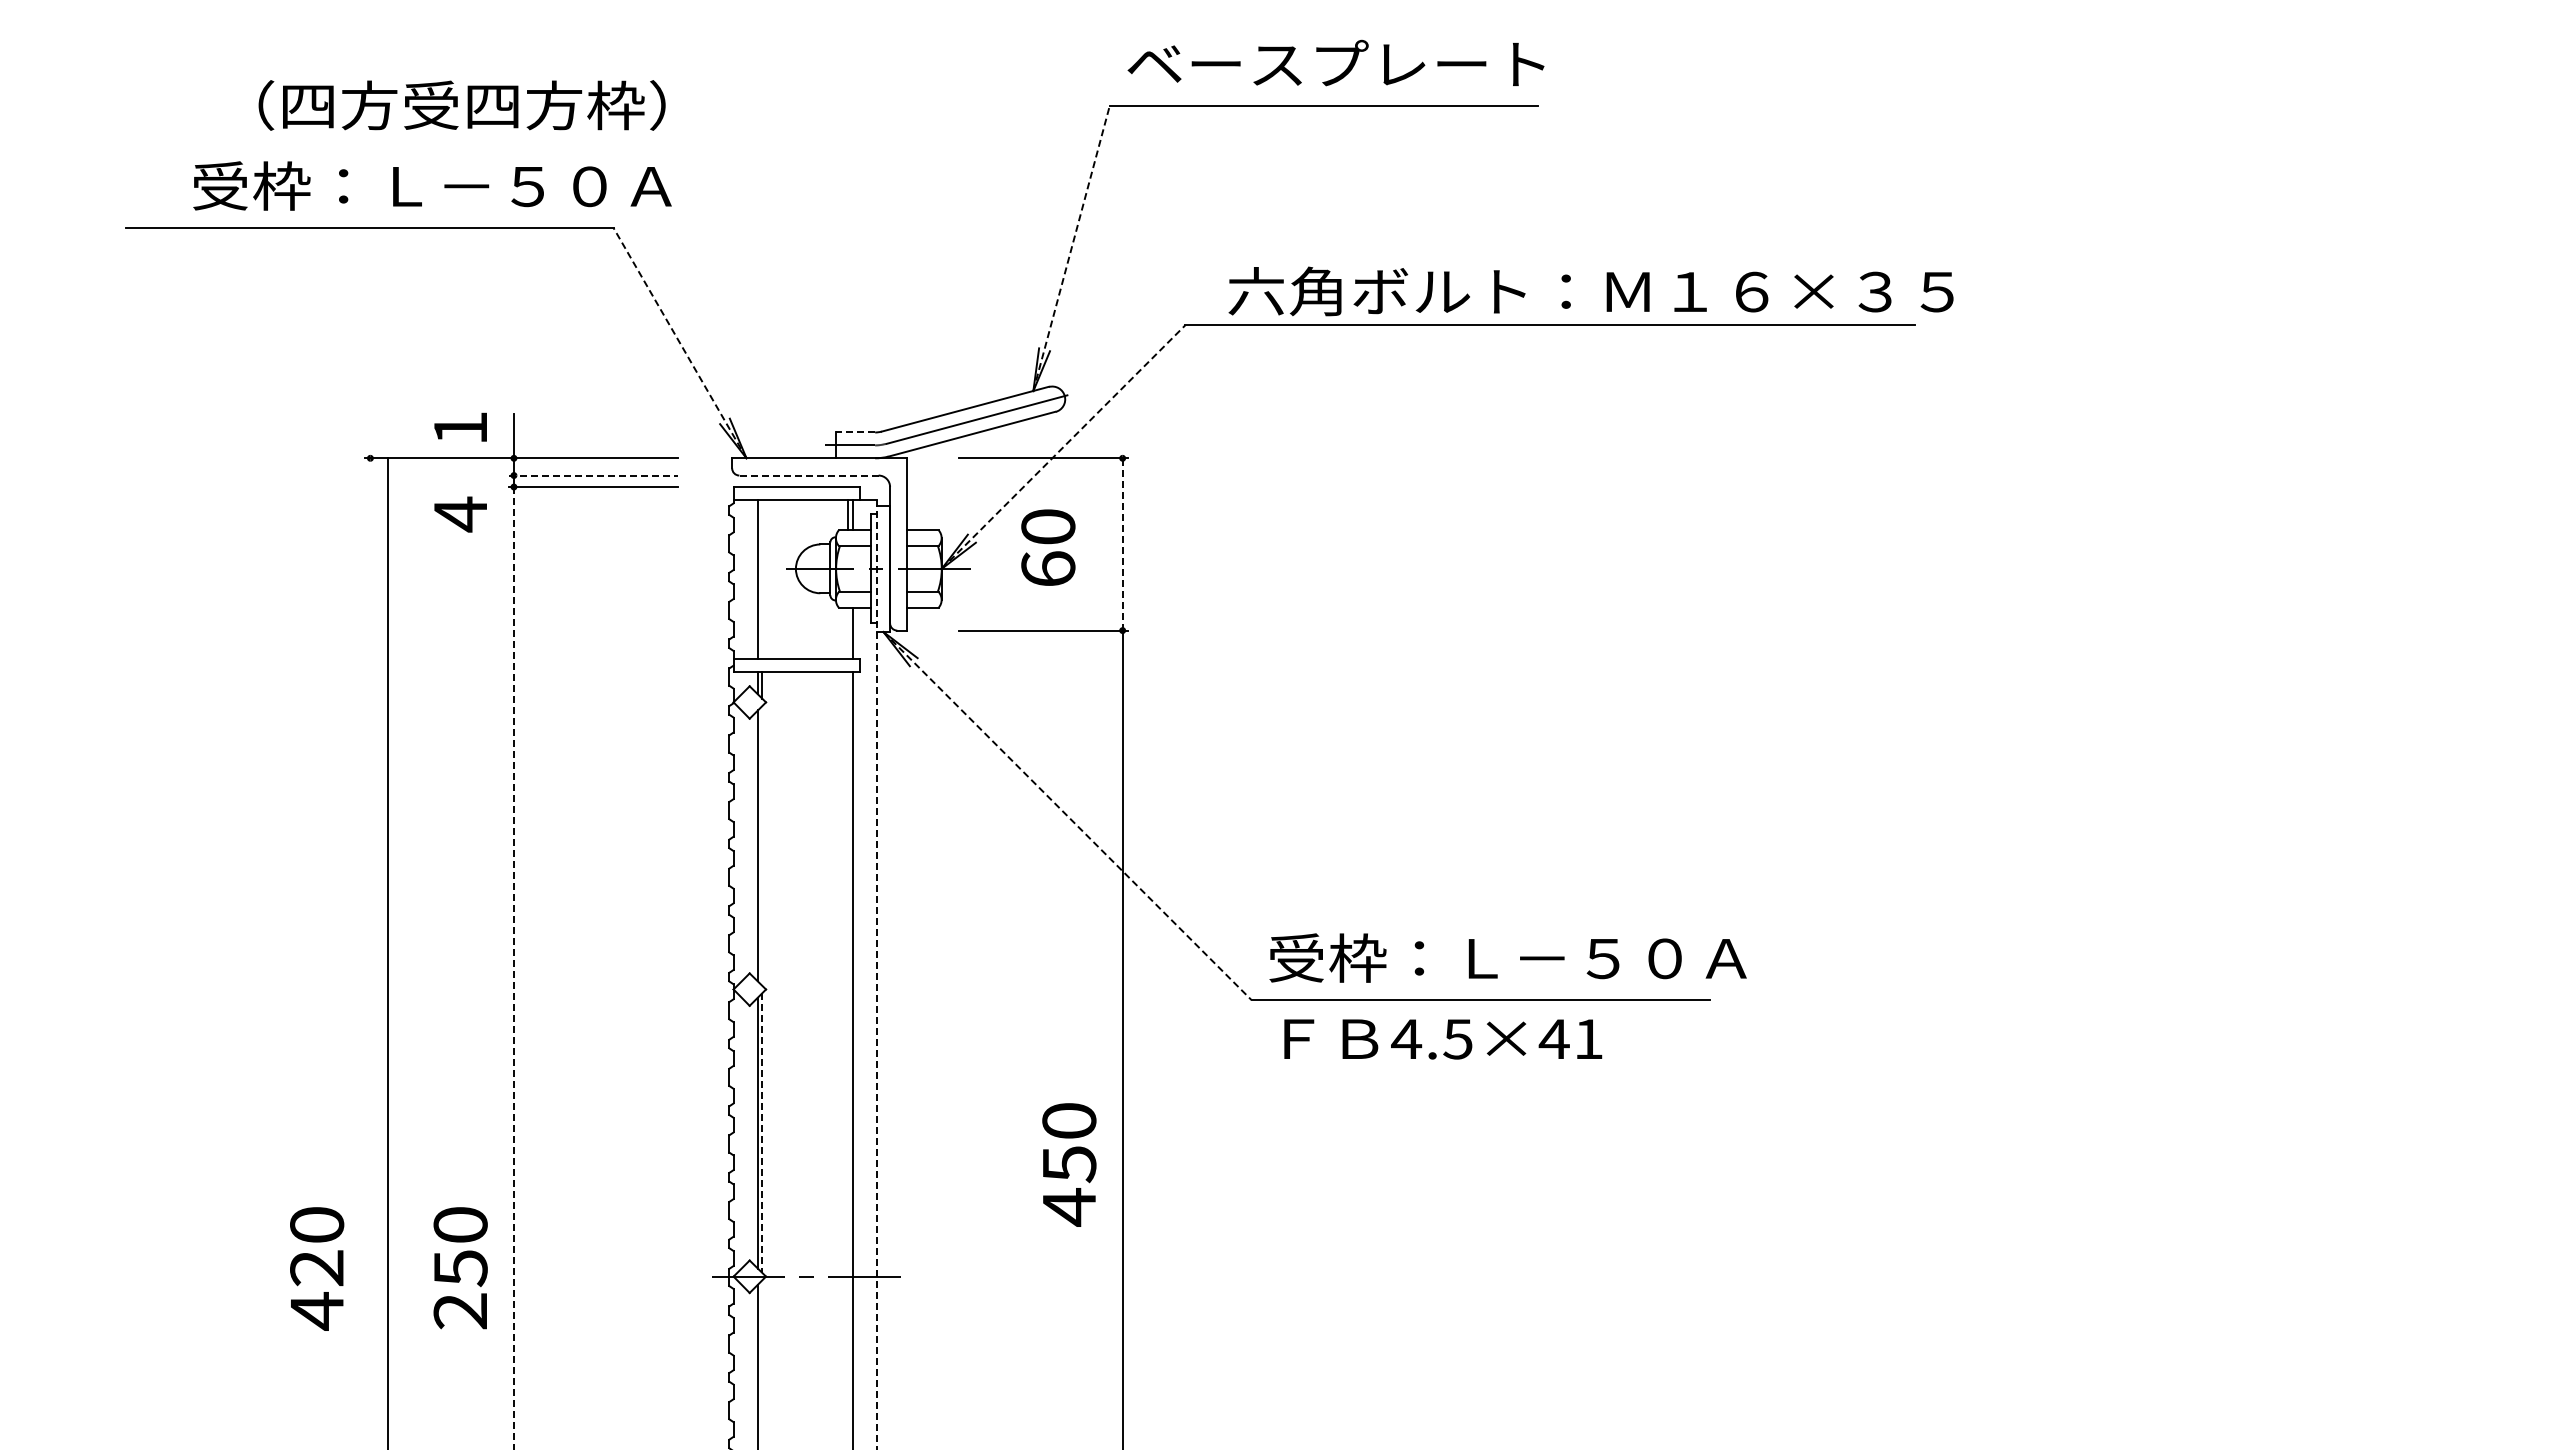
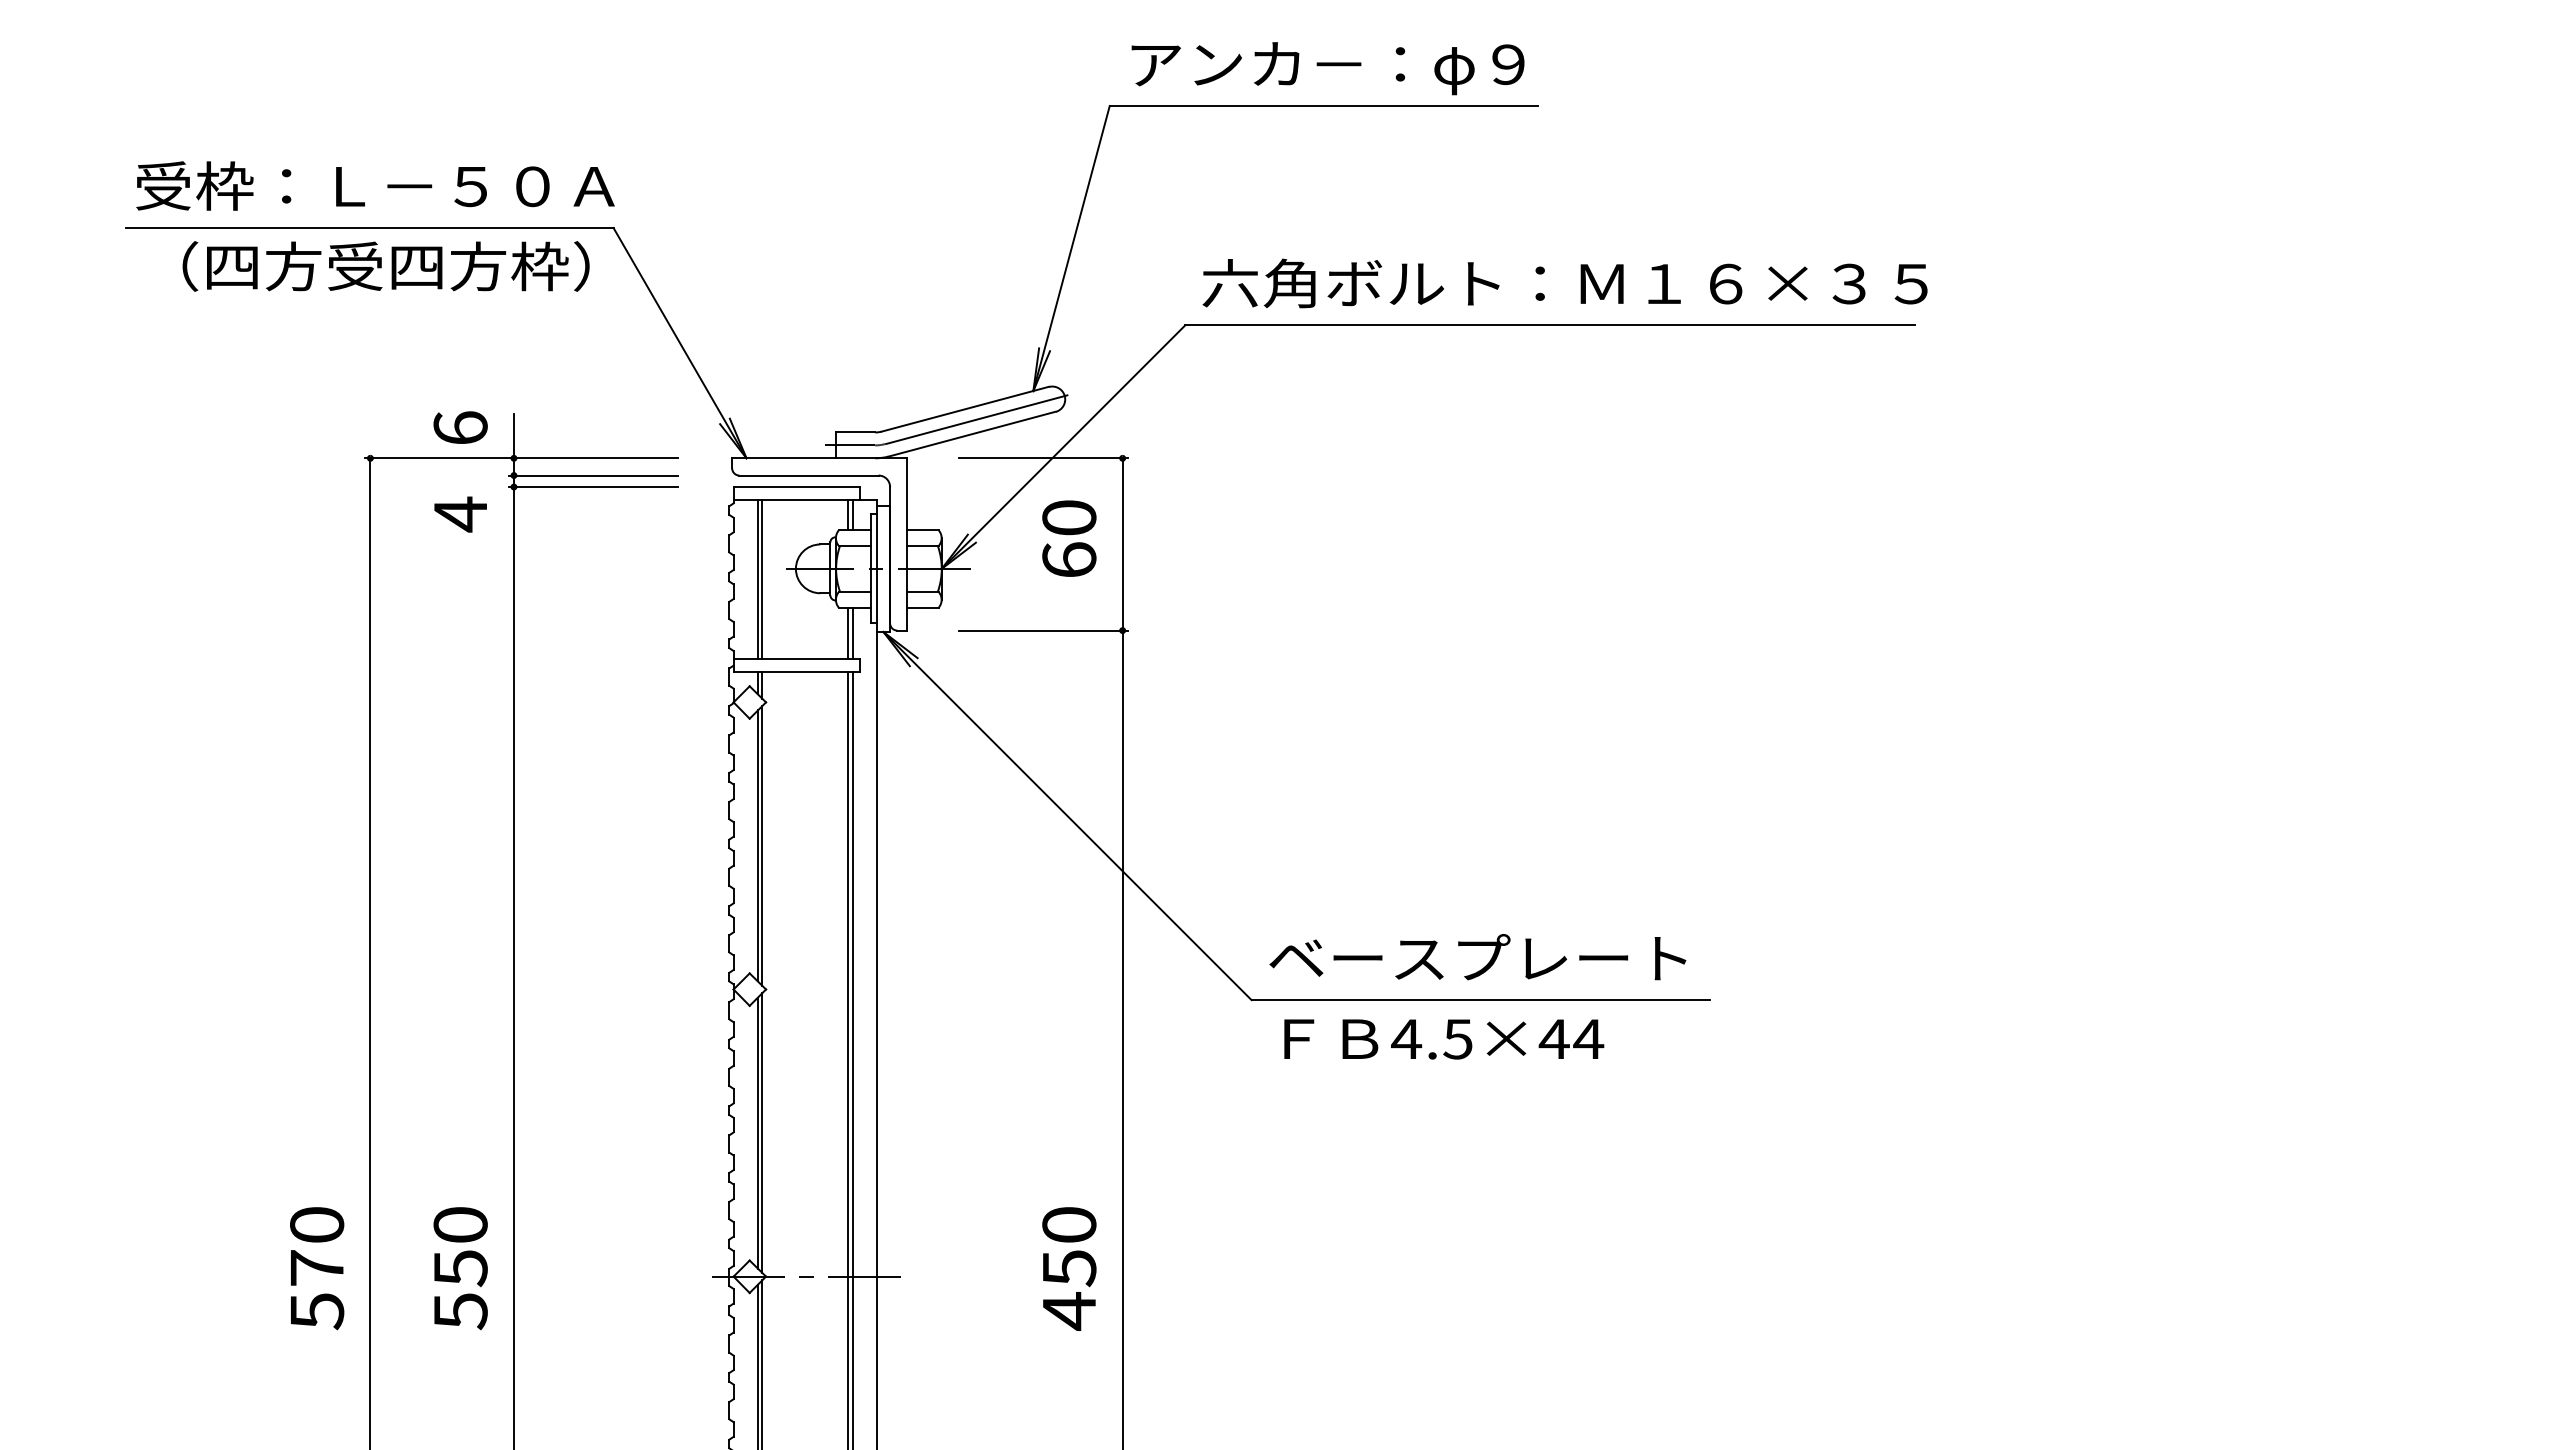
text at (1335, 67): ベースプレート -> アンカ－：φ９
text at (461, 105) position: (461, 105) -> (385, 266)
text at (432, 185) position: (432, 185) -> (375, 185)
line at (1071, 248): dashed -> solid
text at (1590, 291) position: (1590, 291) -> (1564, 283)
line at (680, 343): dashed -> solid
text at (460, 427): 1 -> 6
line at (855, 432): dashed -> solid
line at (1063, 446): dashed -> solid
line at (593, 475): dashed -> solid
line at (808, 475): dashed -> solid
line at (1122, 543): dashed -> solid
text at (1048, 547) position: (1048, 547) -> (1069, 538)
line at (762, 579): none -> present
line at (848, 633): none -> present
line at (1067, 816): dashed -> solid
line at (762, 845): none -> present
line at (388, 952) position: (388, 952) -> (370, 952)
text at (1507, 957): 受枠：Ｌ－５０Ａ -> ベースプレート
line at (513, 968): dashed -> solid
line at (877, 974): dashed -> solid
text at (1588, 1038): 4.5×41 -> 4.5×44
line at (848, 1059): none -> present
line at (762, 1133): dashed -> solid
text at (1069, 1164) position: (1069, 1164) -> (1069, 1268)
text at (317, 1290): 420 -> 570
text at (460, 1311): 250 -> 550
line at (762, 1363): none -> present
